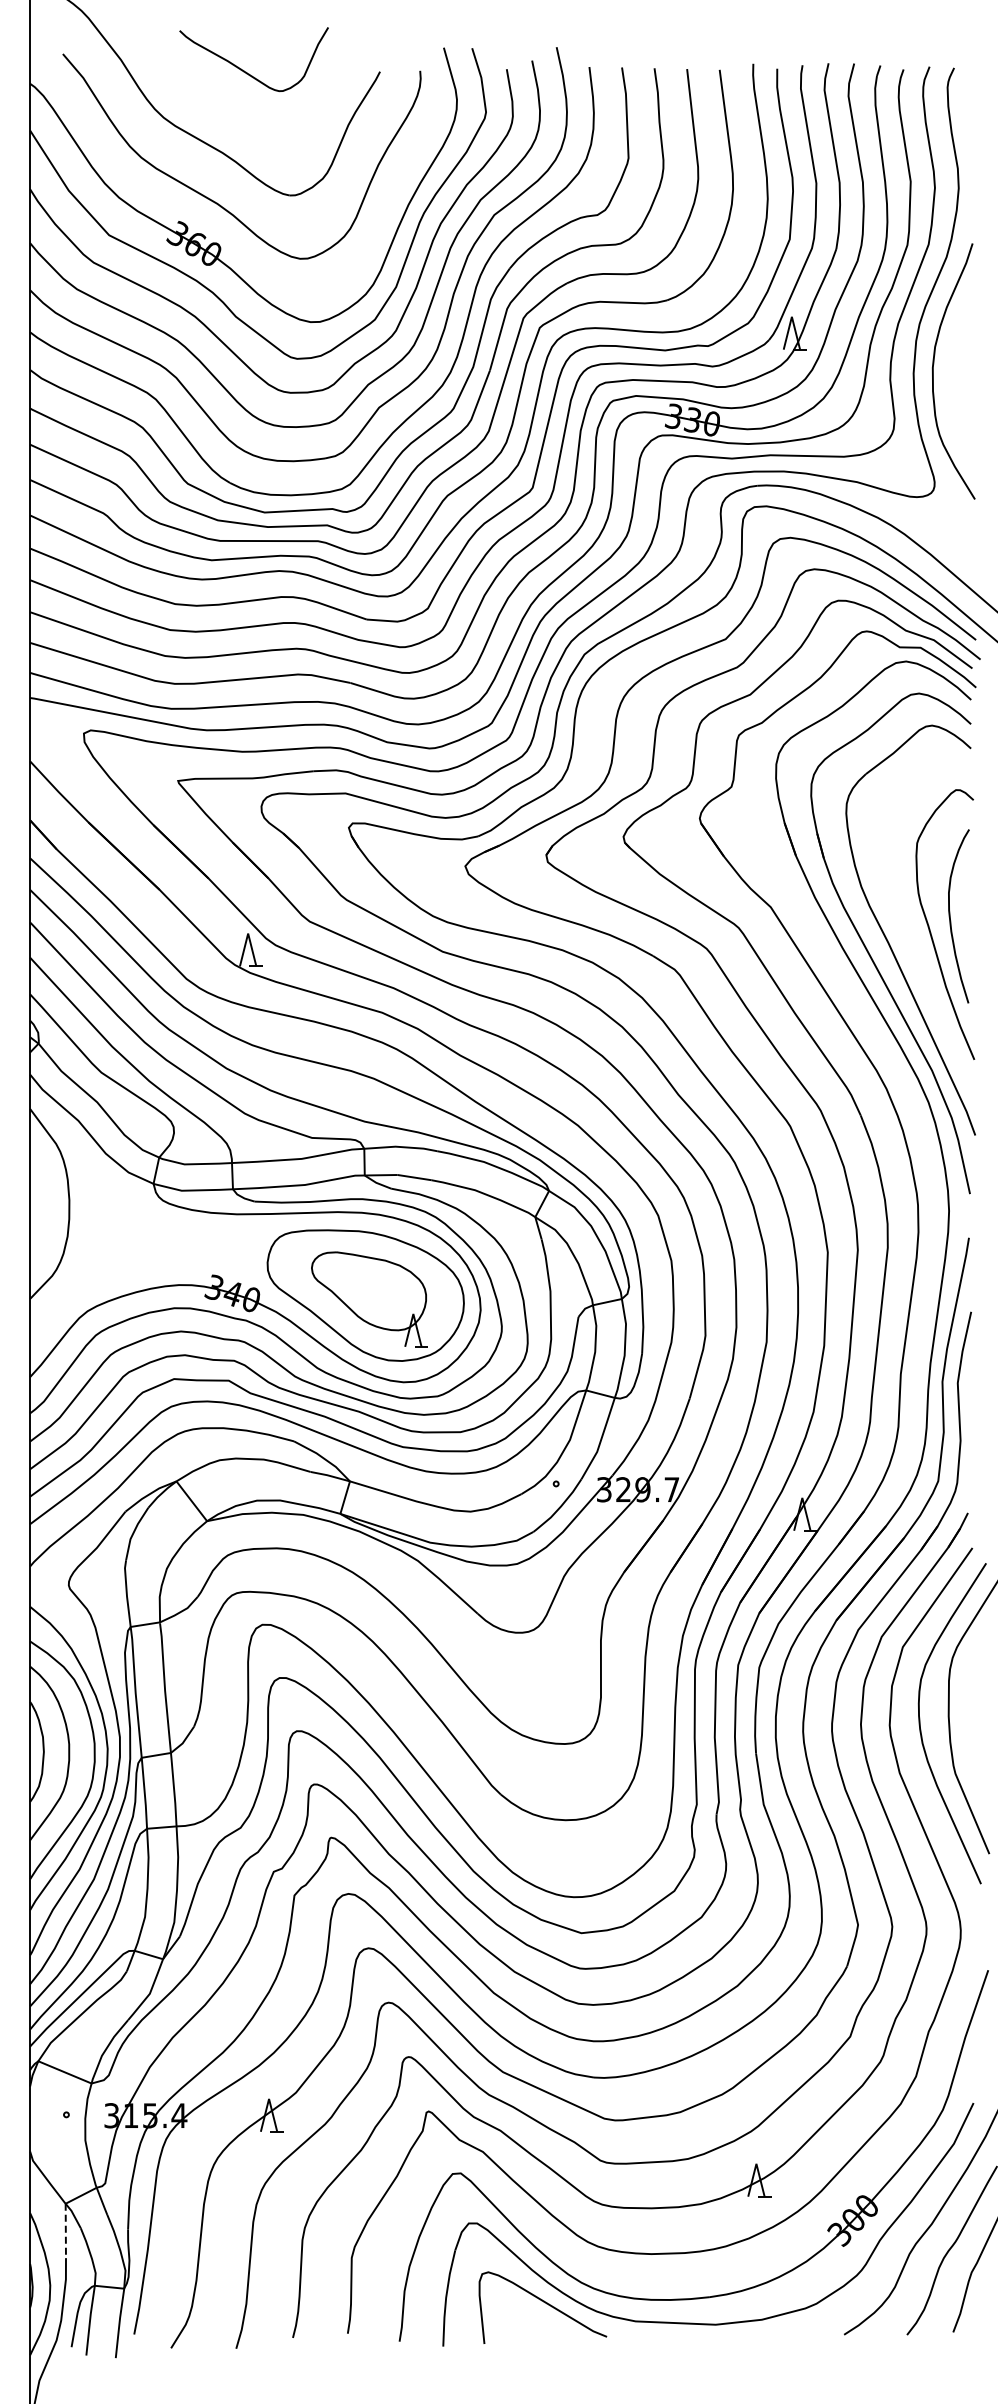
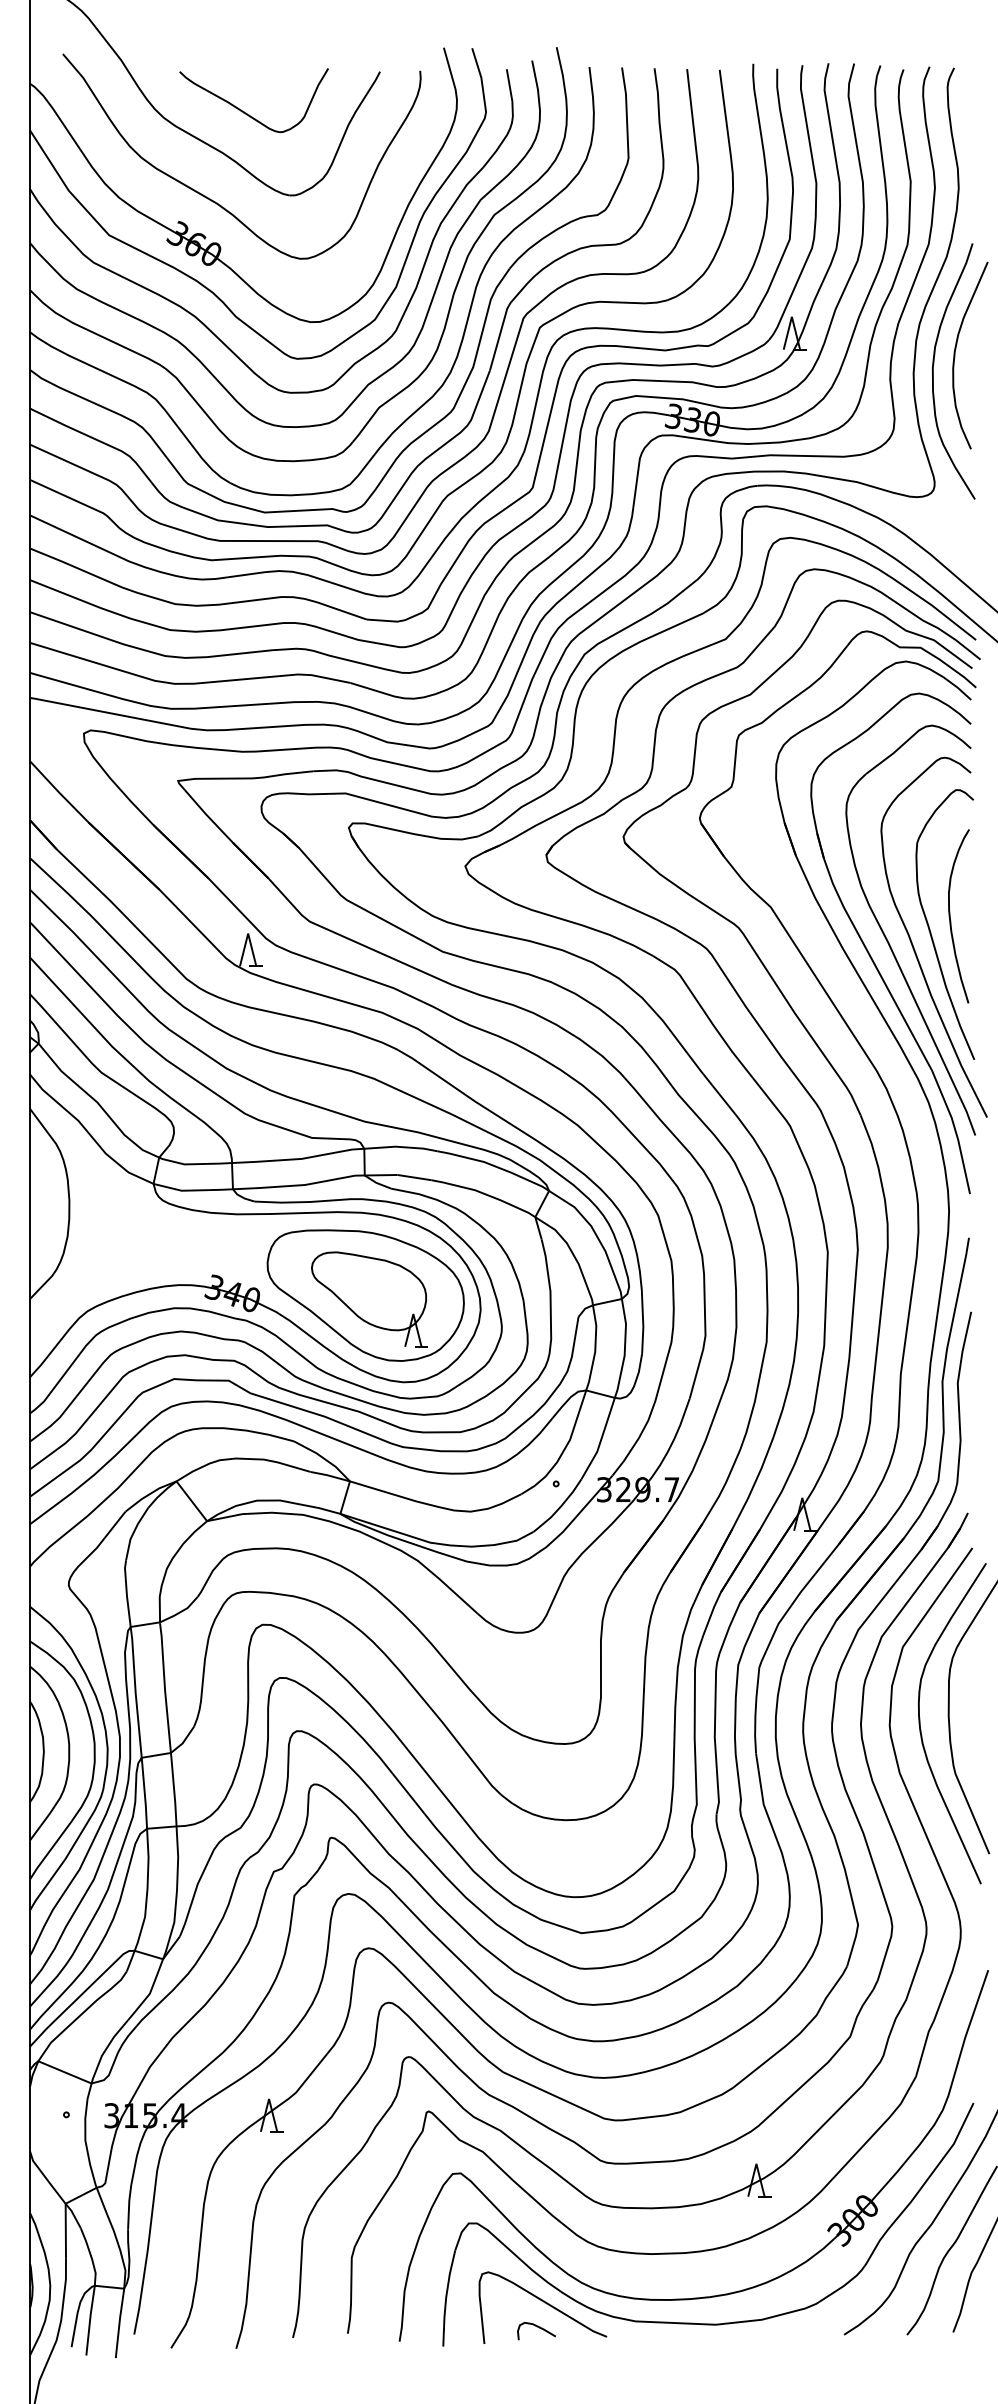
curve at (246, 71) position: (246, 71) -> (246, 112)
curve at (955, 355): none -> present
curve at (913, 944): none -> present
line at (65, 2231): dashed -> solid
curve at (537, 2327): none -> present
